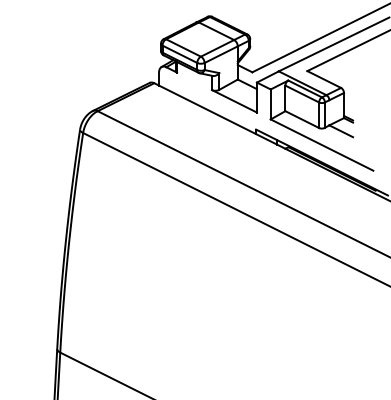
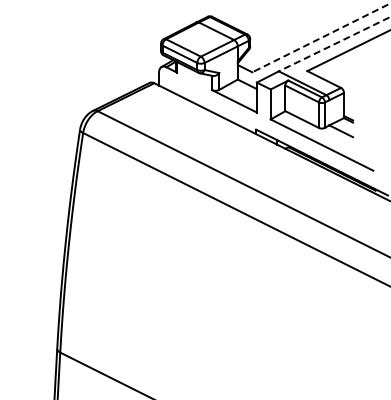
line at (321, 37): solid -> dashed
line at (333, 44): solid -> dashed
